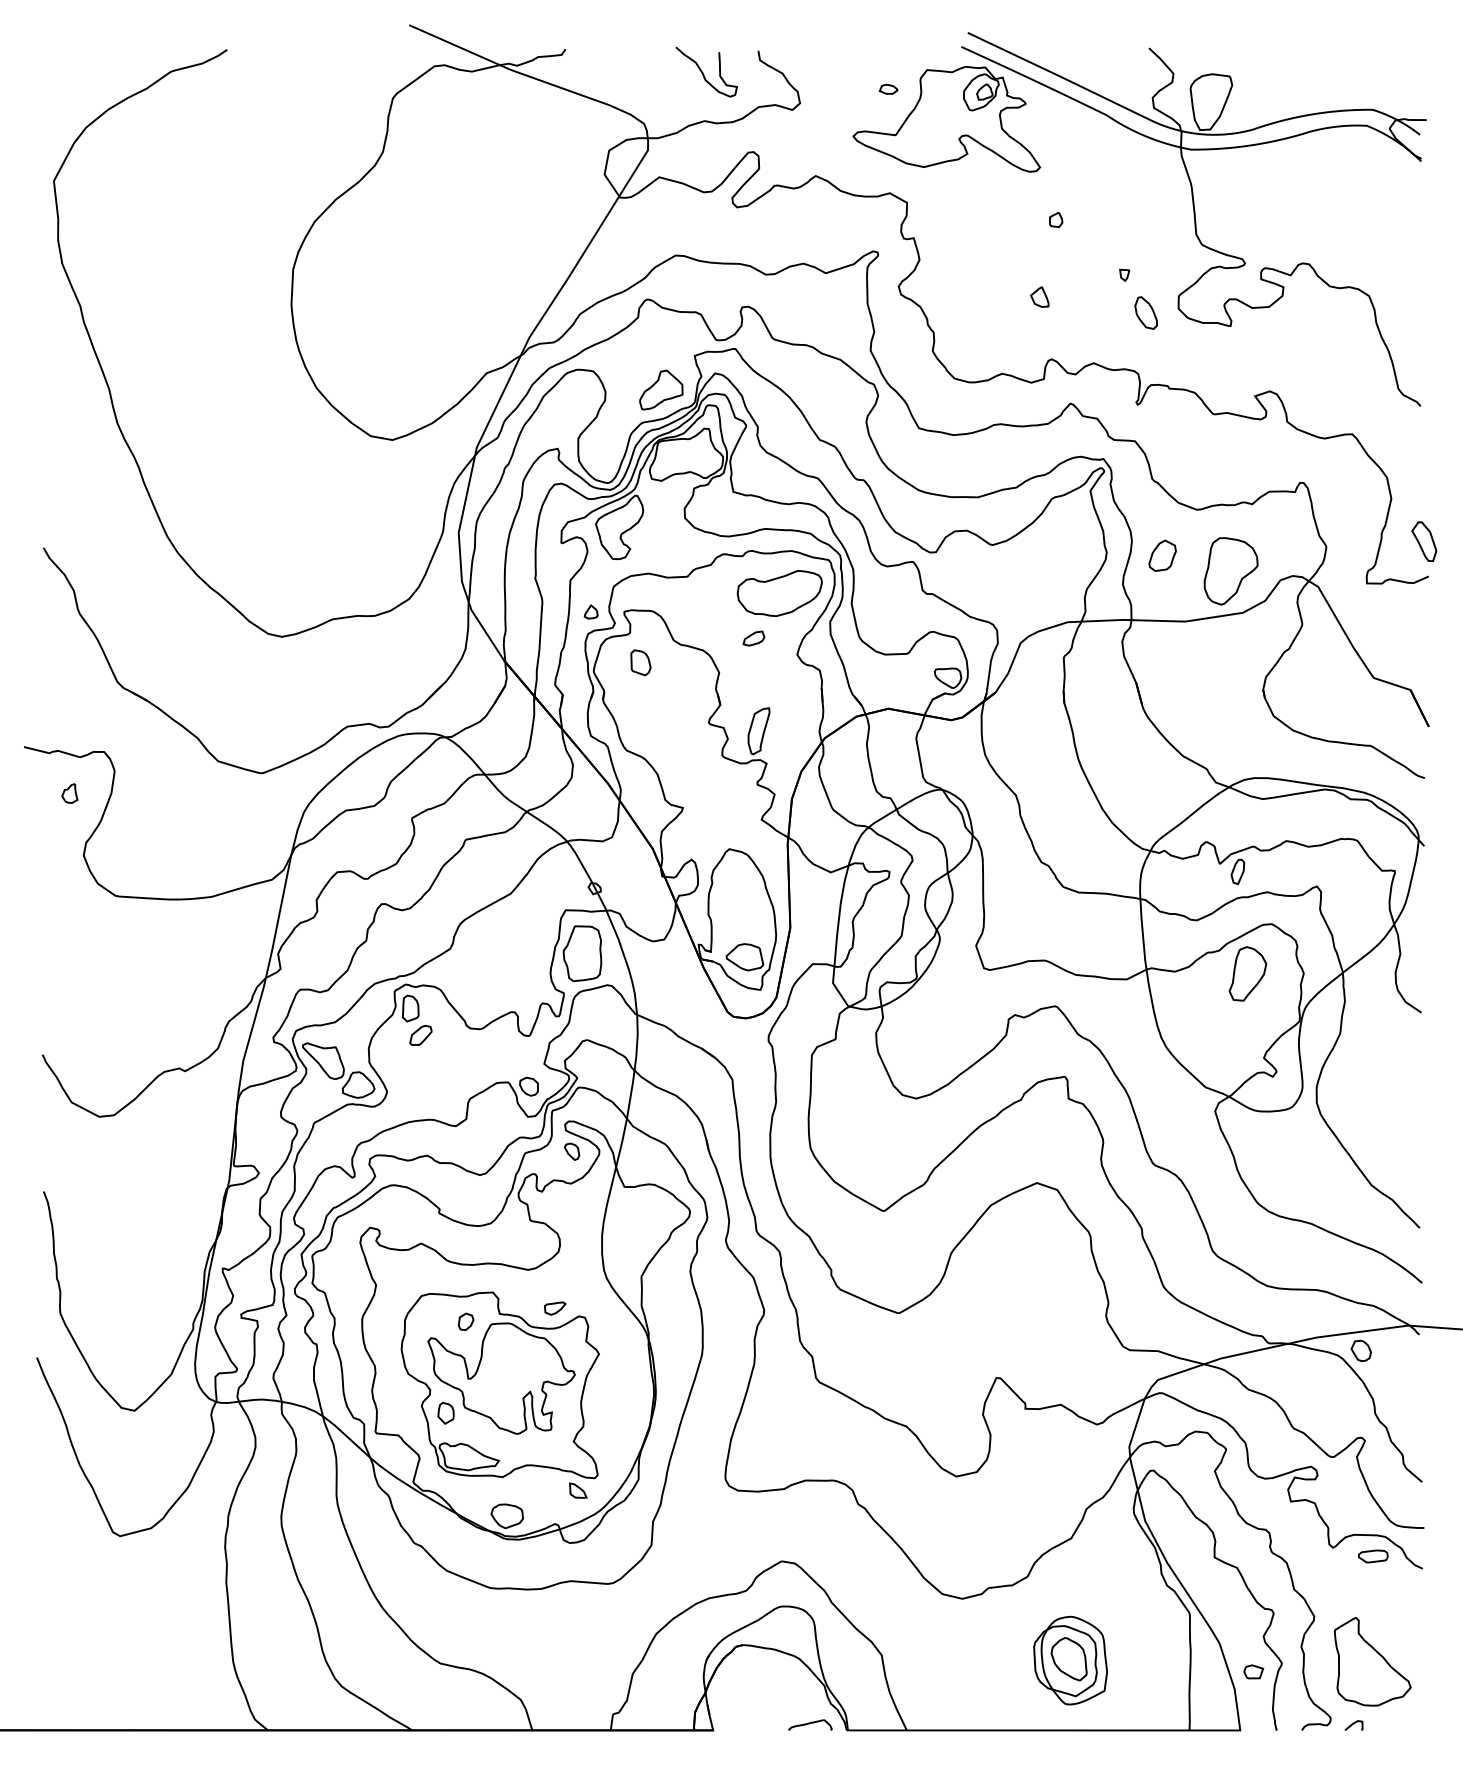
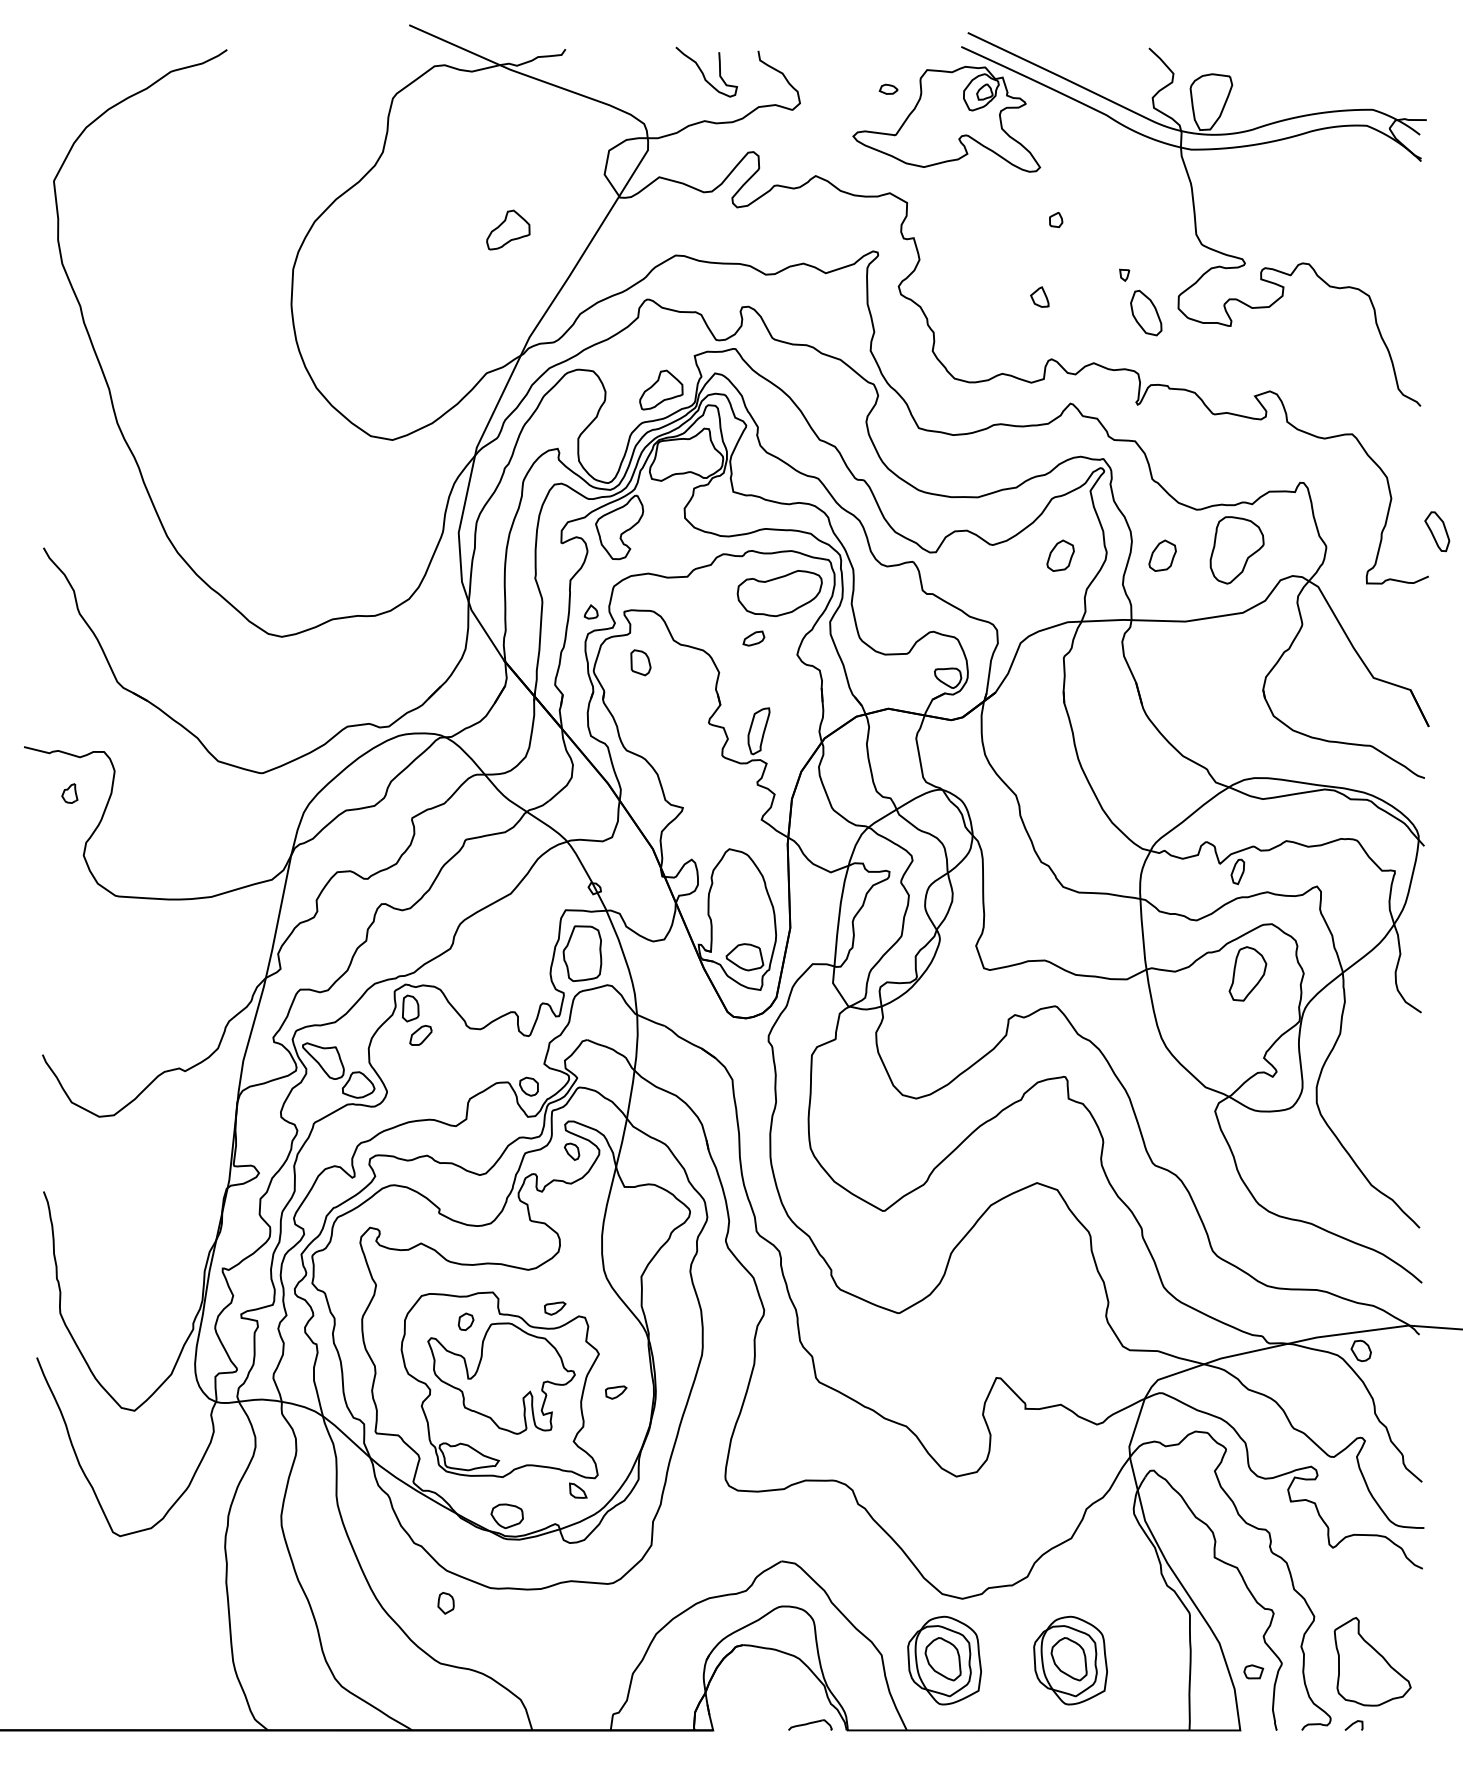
part at (508, 229): none -> present
part at (1145, 312) size: 24x34 px -> 33x48 px
part at (1424, 541) position: (1424, 541) -> (1437, 531)
part at (1060, 555): none -> present
part at (1230, 571) position: (1230, 571) -> (1236, 550)
part at (616, 1392): none -> present
part at (445, 1413) position: (445, 1413) -> (445, 1603)
part at (1373, 1556): present -> none
part at (944, 1660): none -> present
